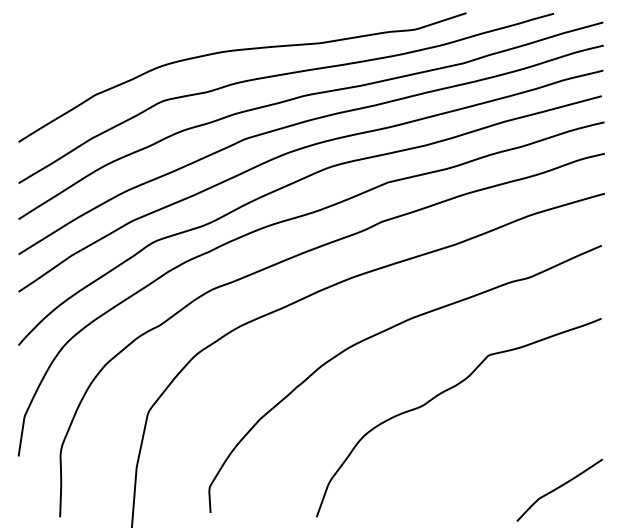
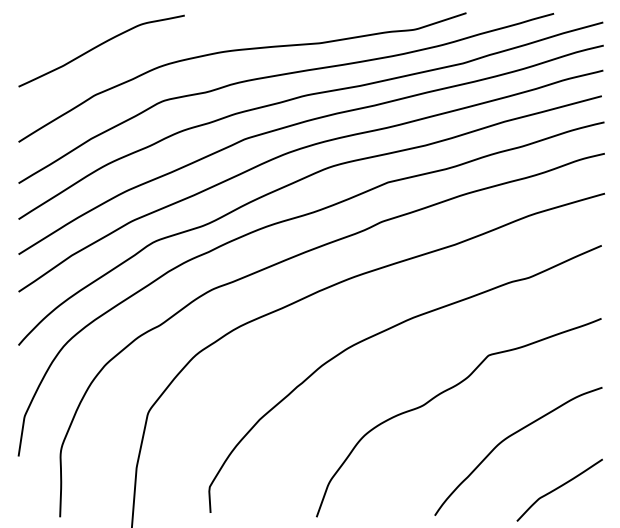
curve at (99, 46): none -> present
curve at (508, 438): none -> present
